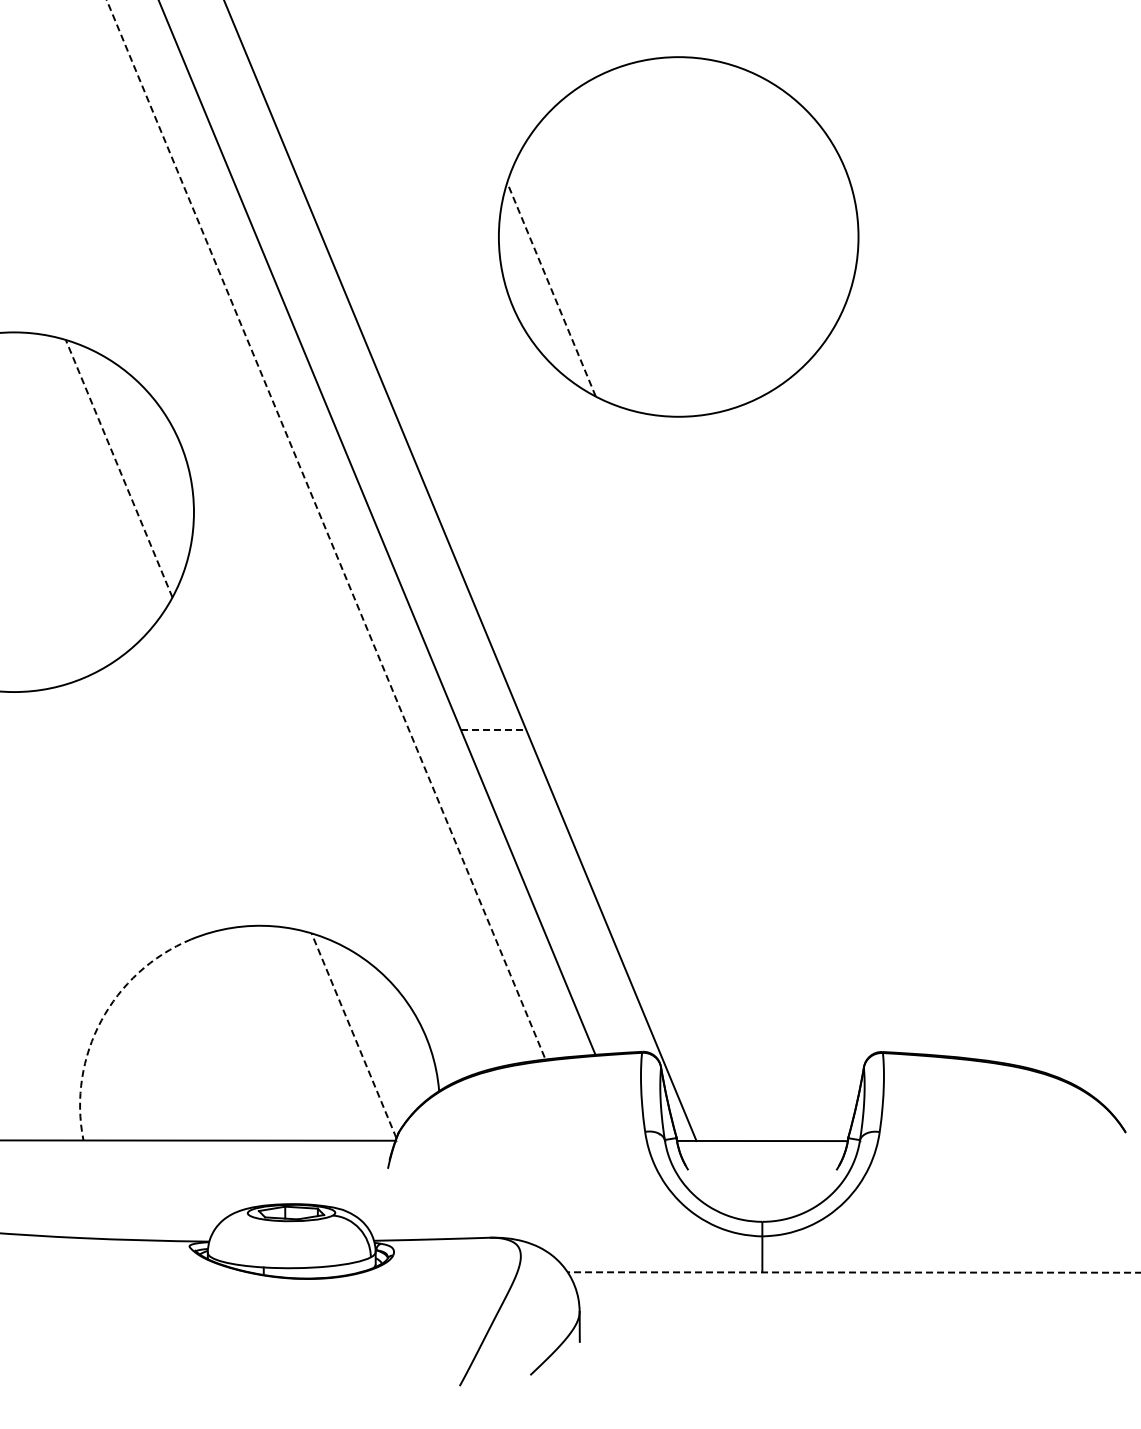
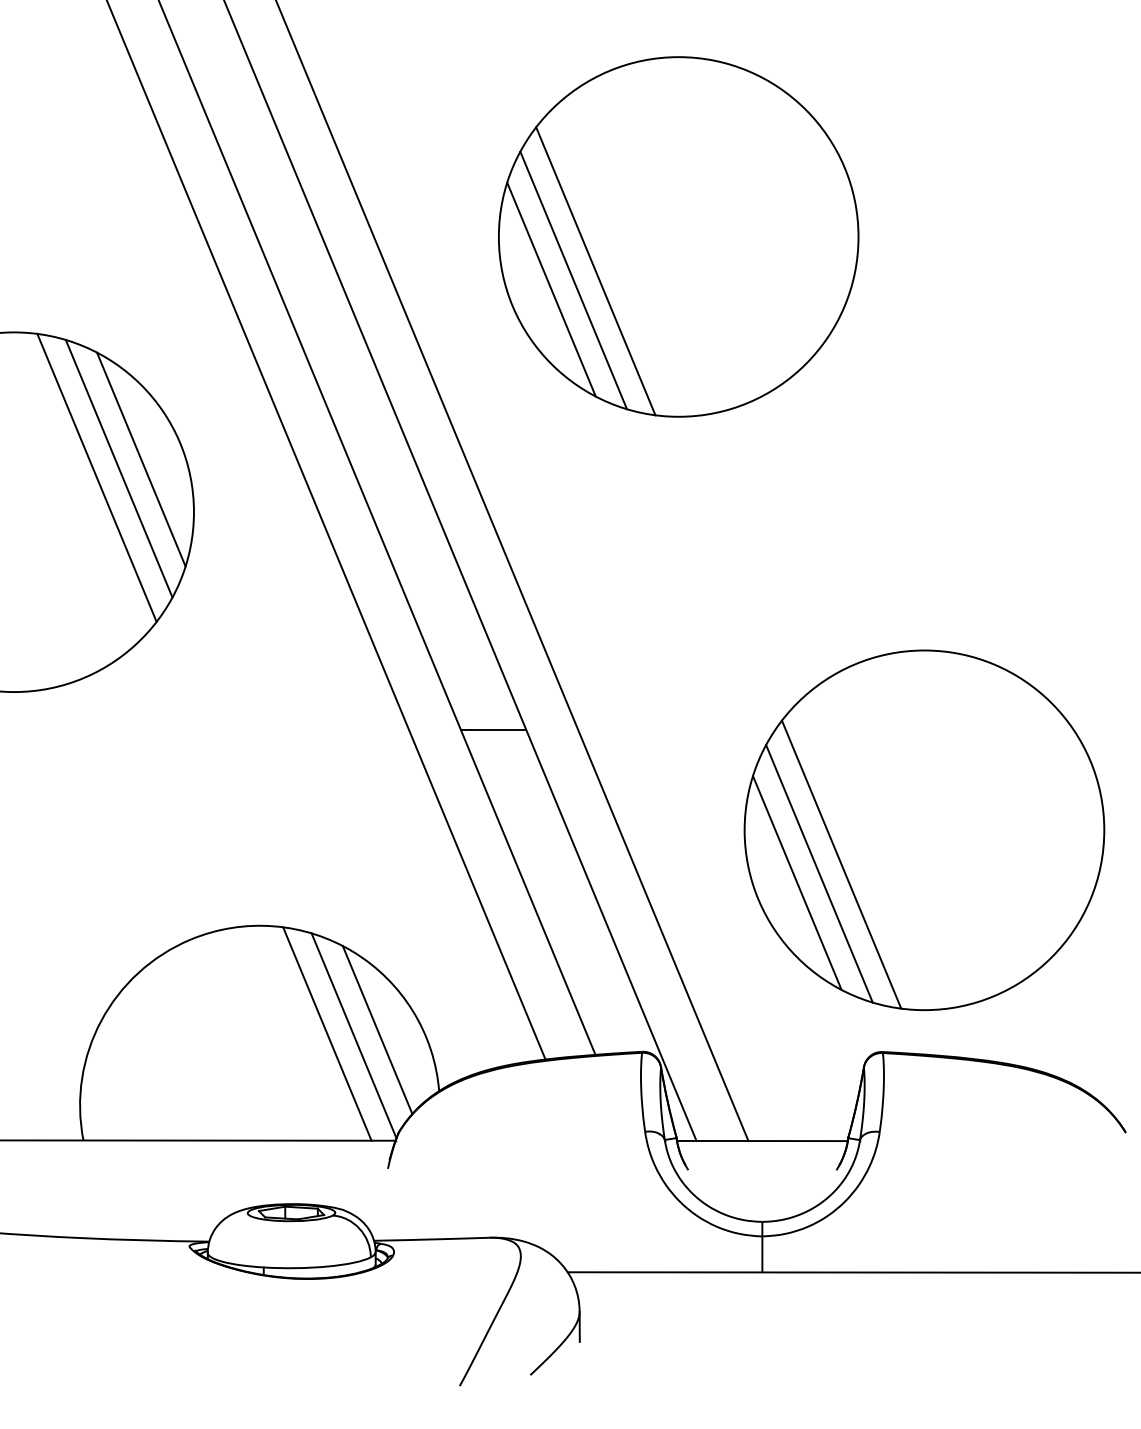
line at (595, 271): none -> present
line at (573, 280): none -> present
line at (551, 289): dashed -> solid
line at (141, 459): none -> present
line at (118, 468): dashed -> solid
line at (96, 477): none -> present
line at (326, 530): dashed -> solid
line at (512, 571): none -> present
line at (493, 729): dashed -> solid
part at (924, 829): none -> present
arc at (101, 1020): dashed -> solid
line at (377, 1029): none -> present
line at (327, 1033): none -> present
line at (354, 1035): dashed -> solid
line at (853, 1272): dashed -> solid
